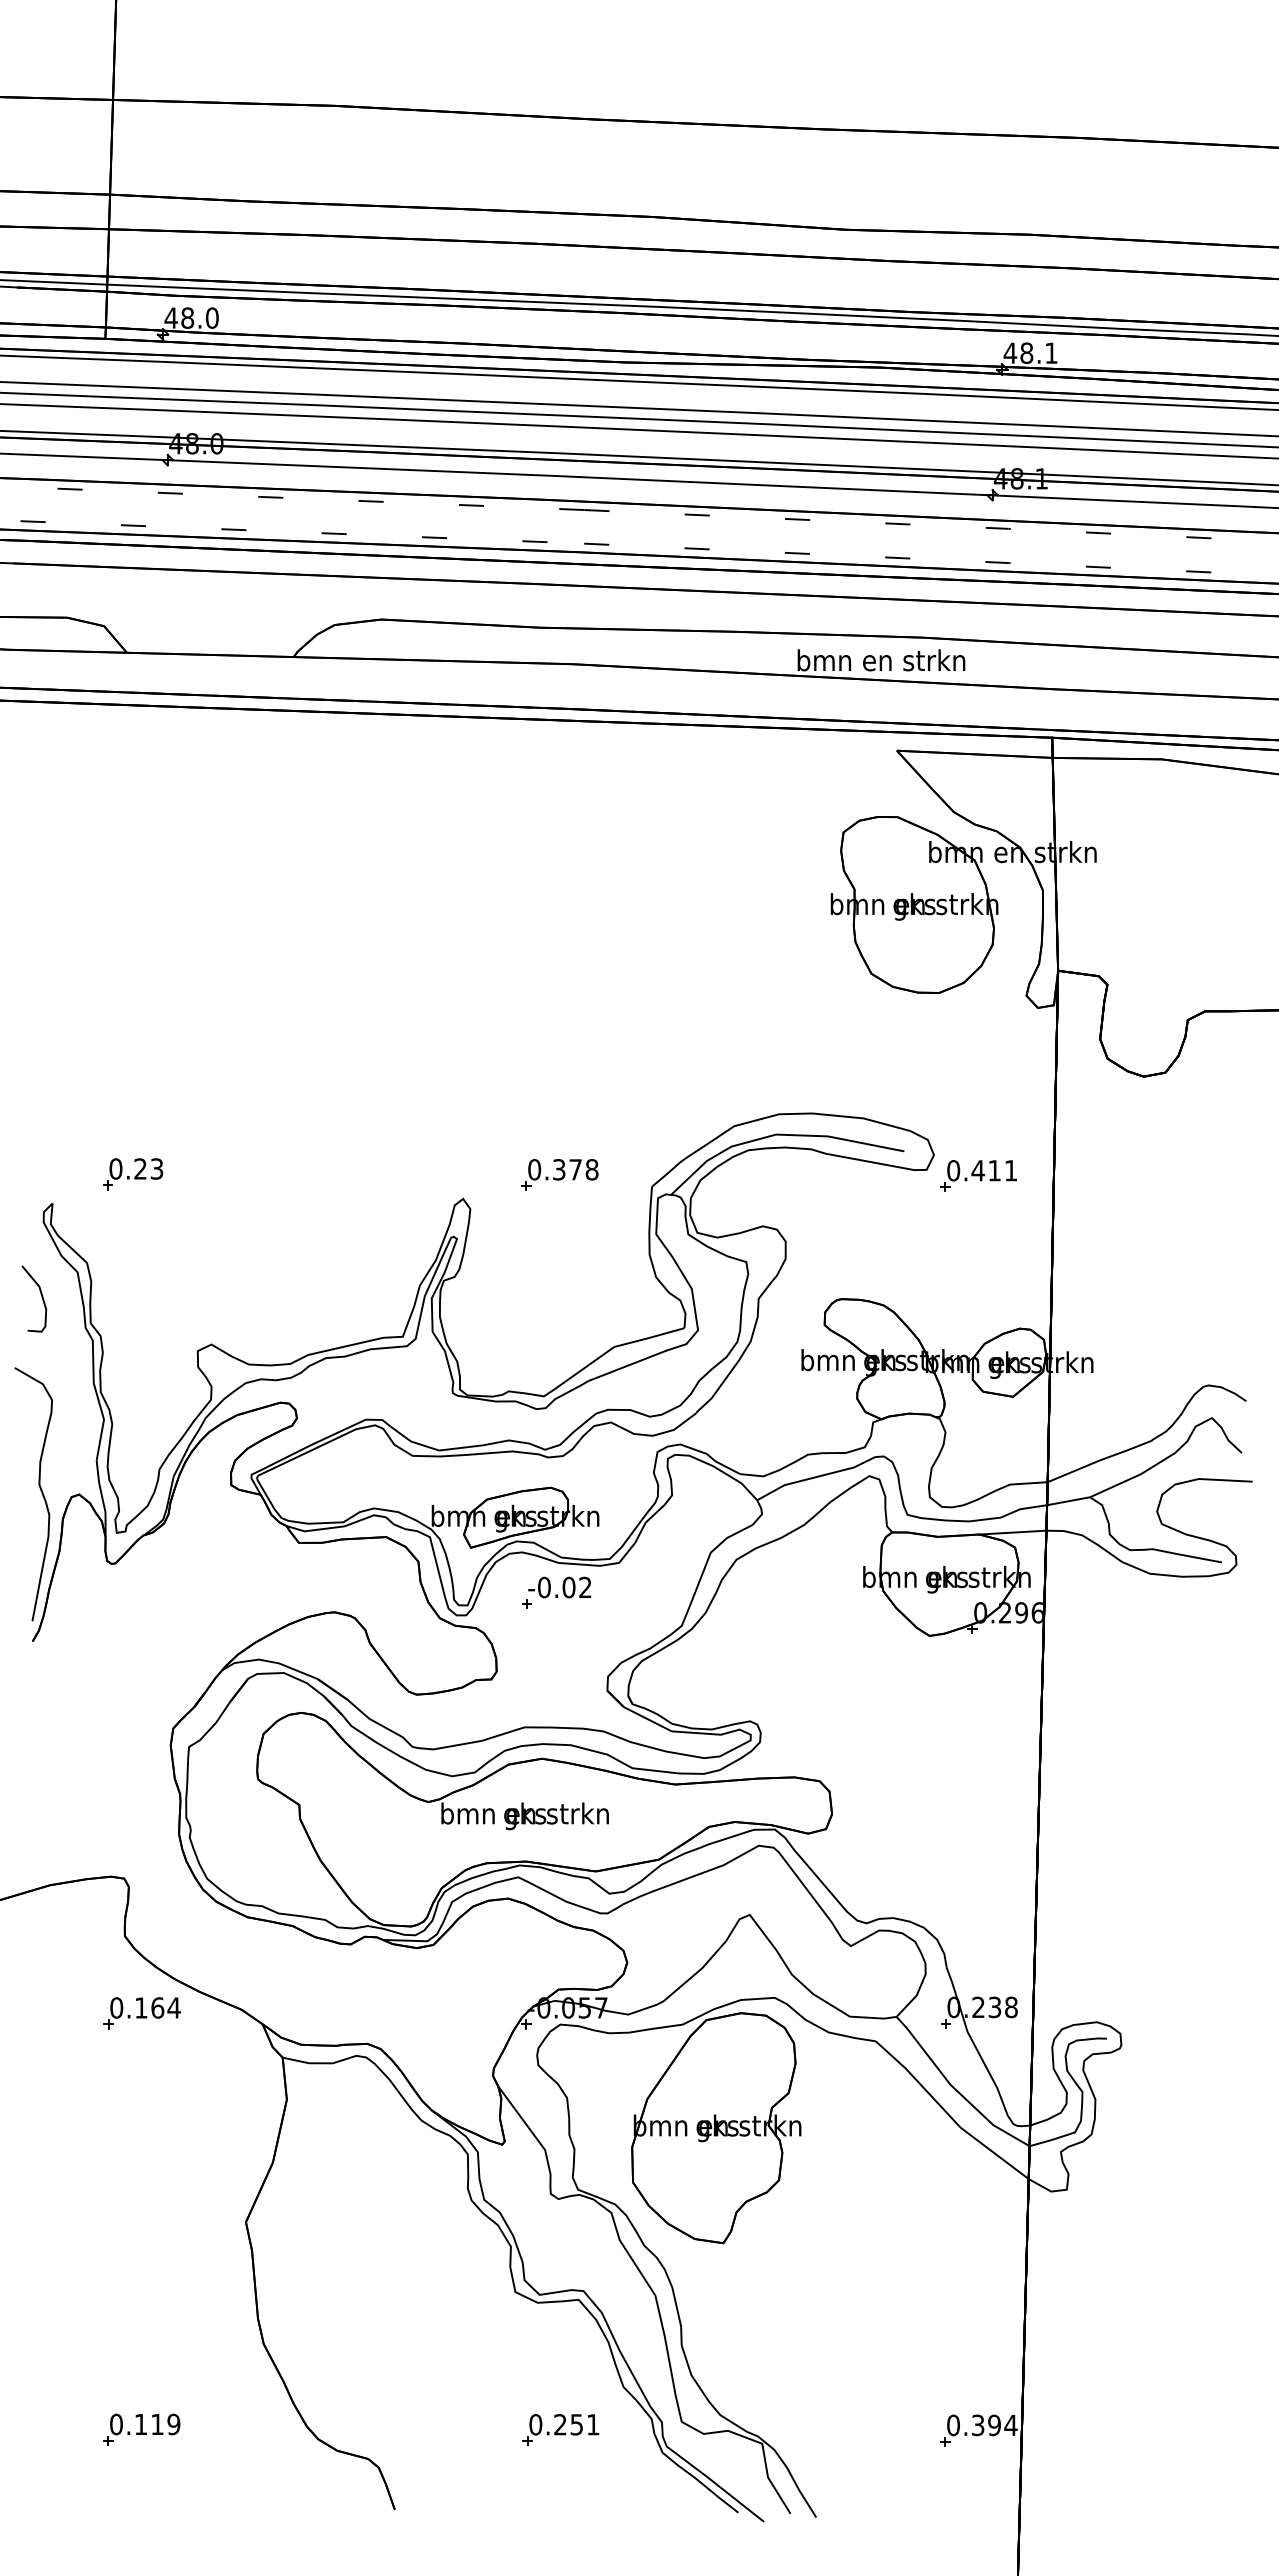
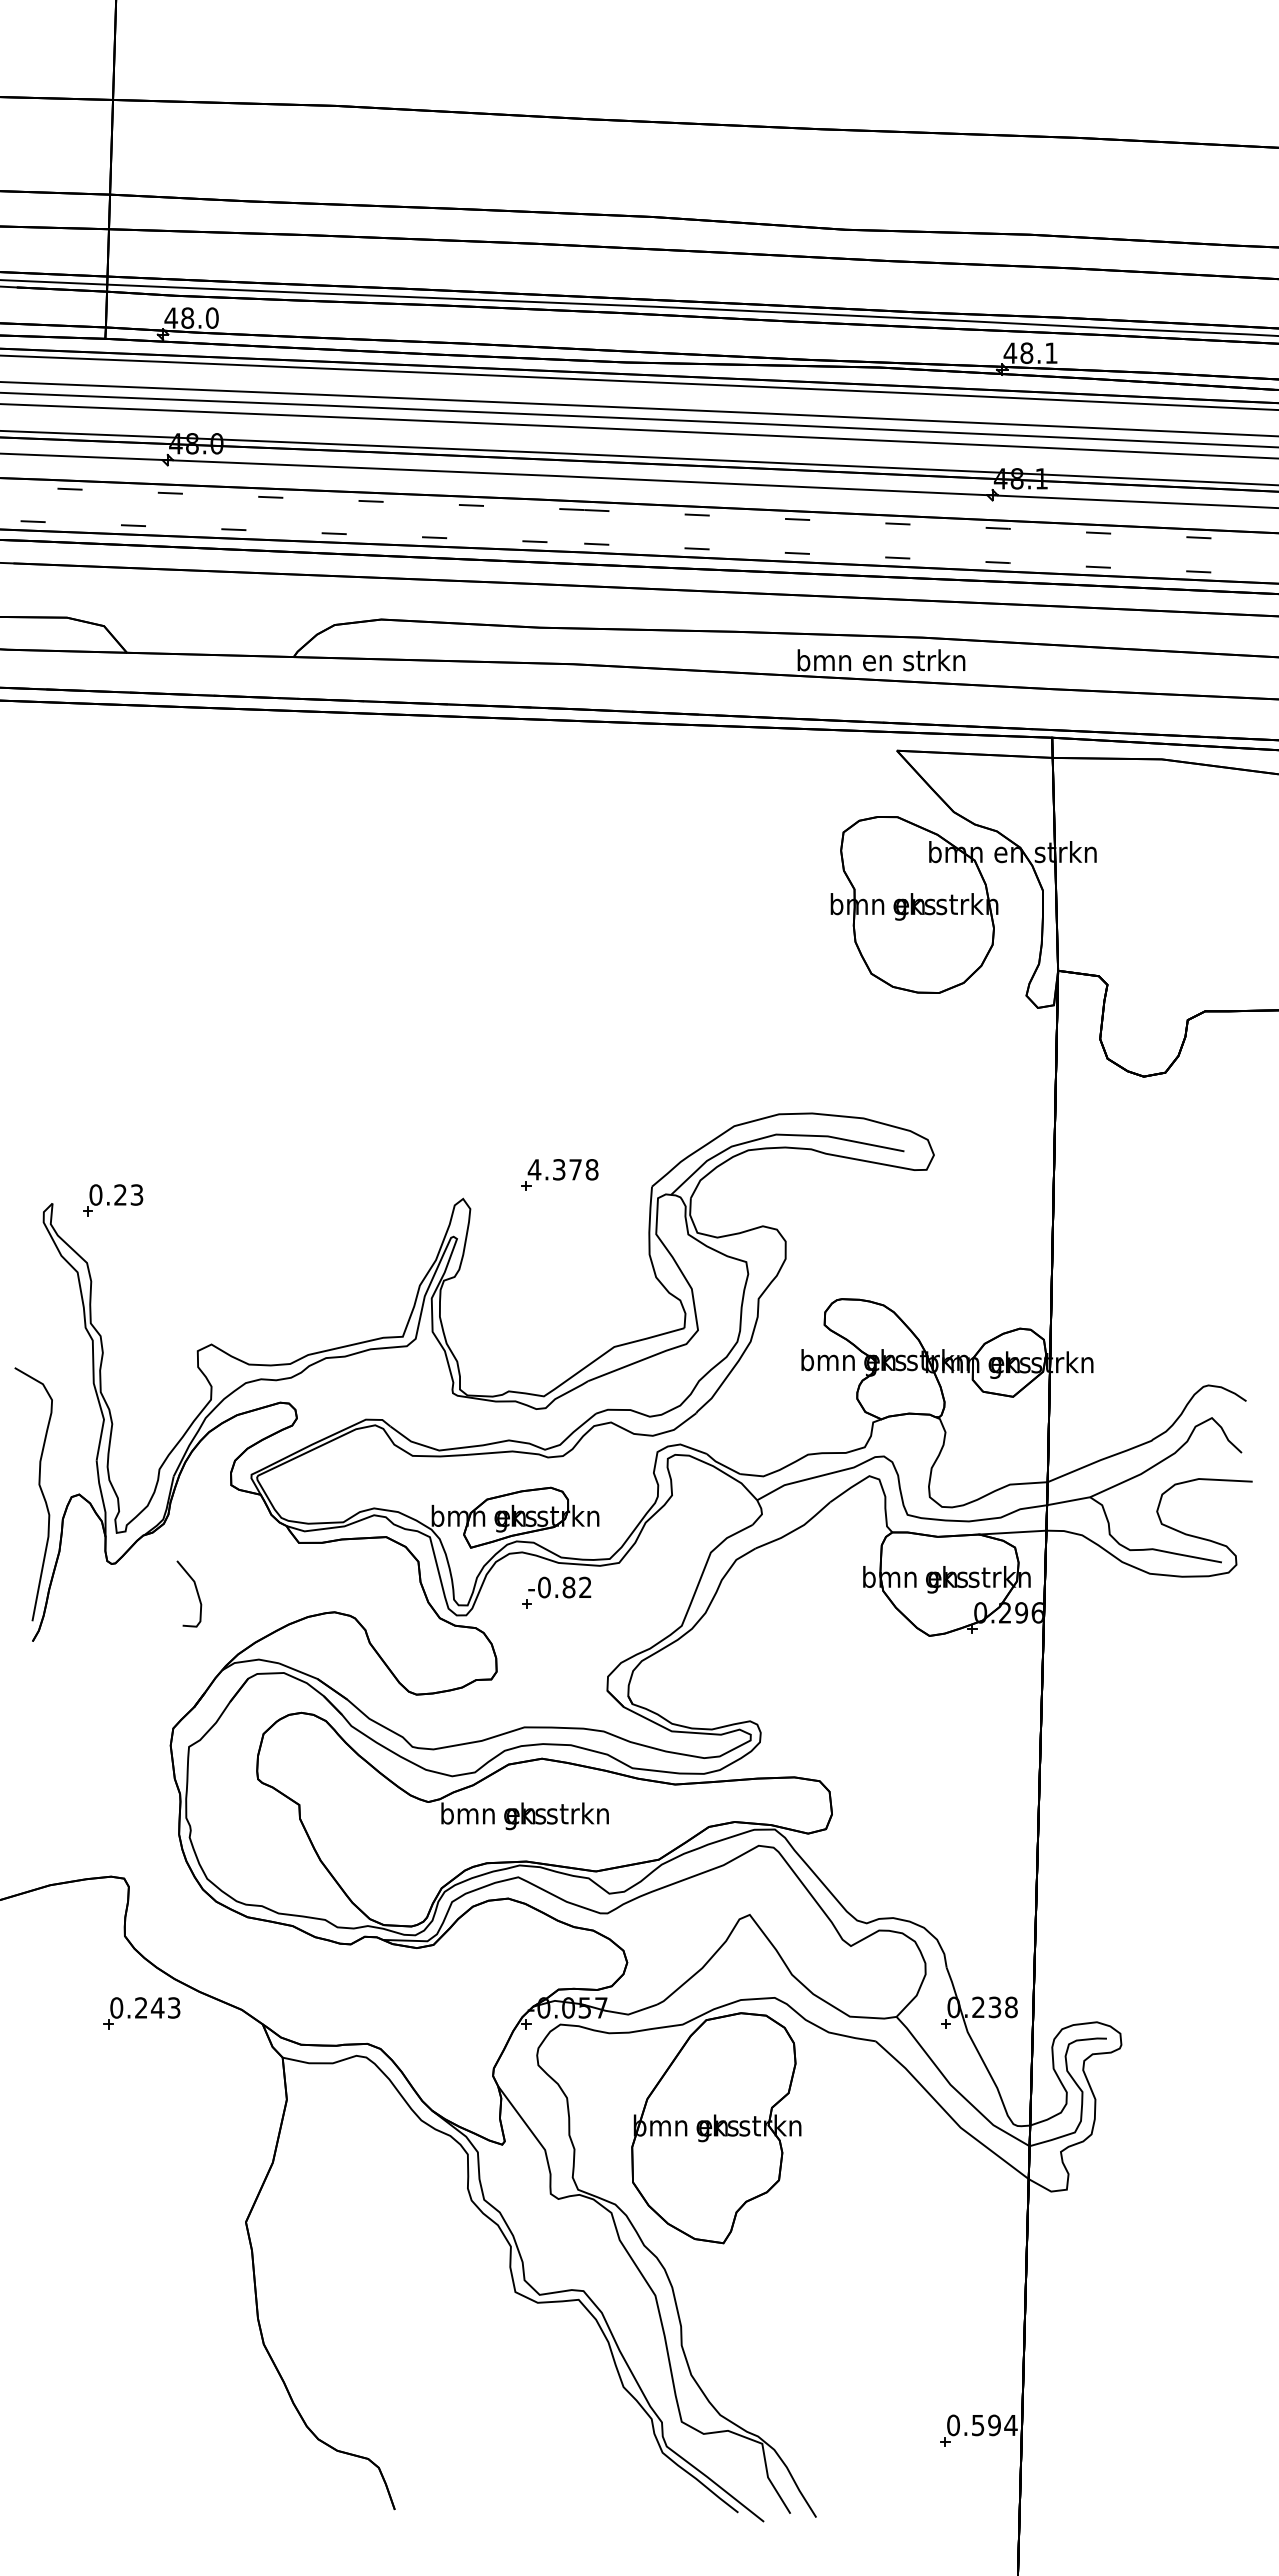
text at (534, 1169): 0.378 -> 4.378
part at (133, 1174) position: (133, 1174) -> (113, 1200)
part at (978, 1175): present -> none
curve at (41, 1297) position: (41, 1297) -> (196, 1592)
text at (568, 1587): -0.02 -> -0.82
text at (157, 2007): 0.164 -> 0.243
text at (978, 2424): 0.394 -> 0.594
part at (141, 2429): present -> none
part at (560, 2429): present -> none
